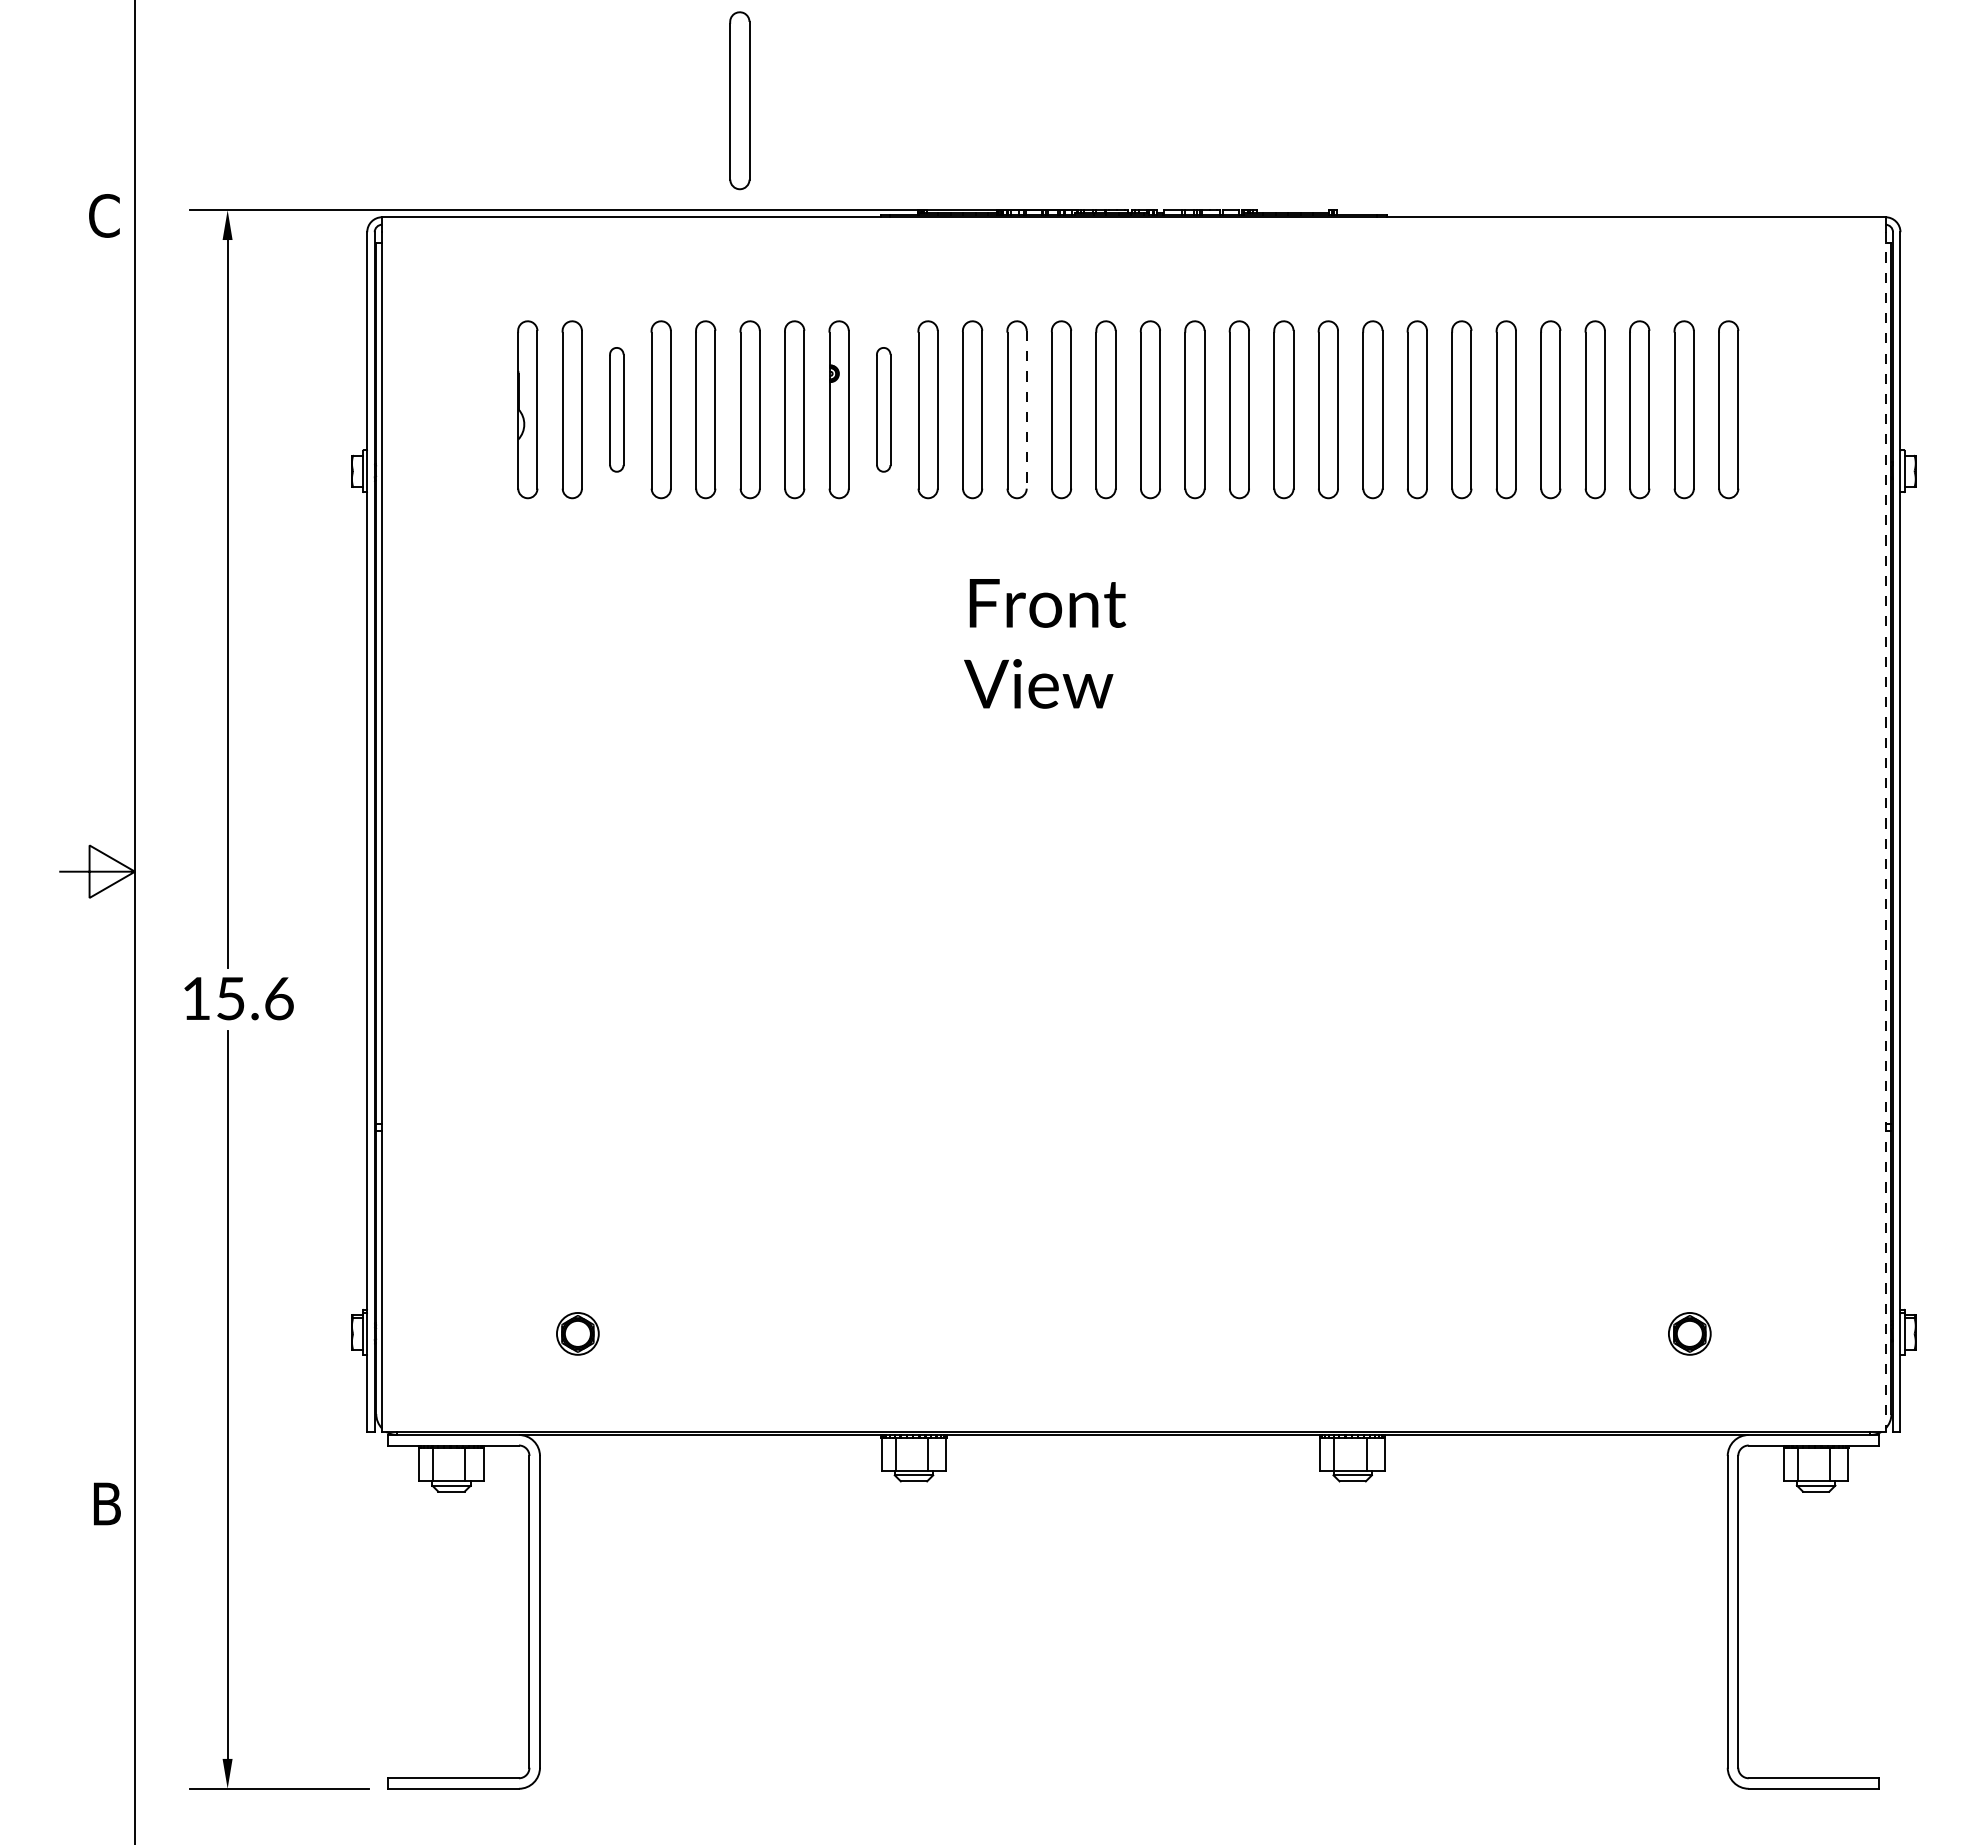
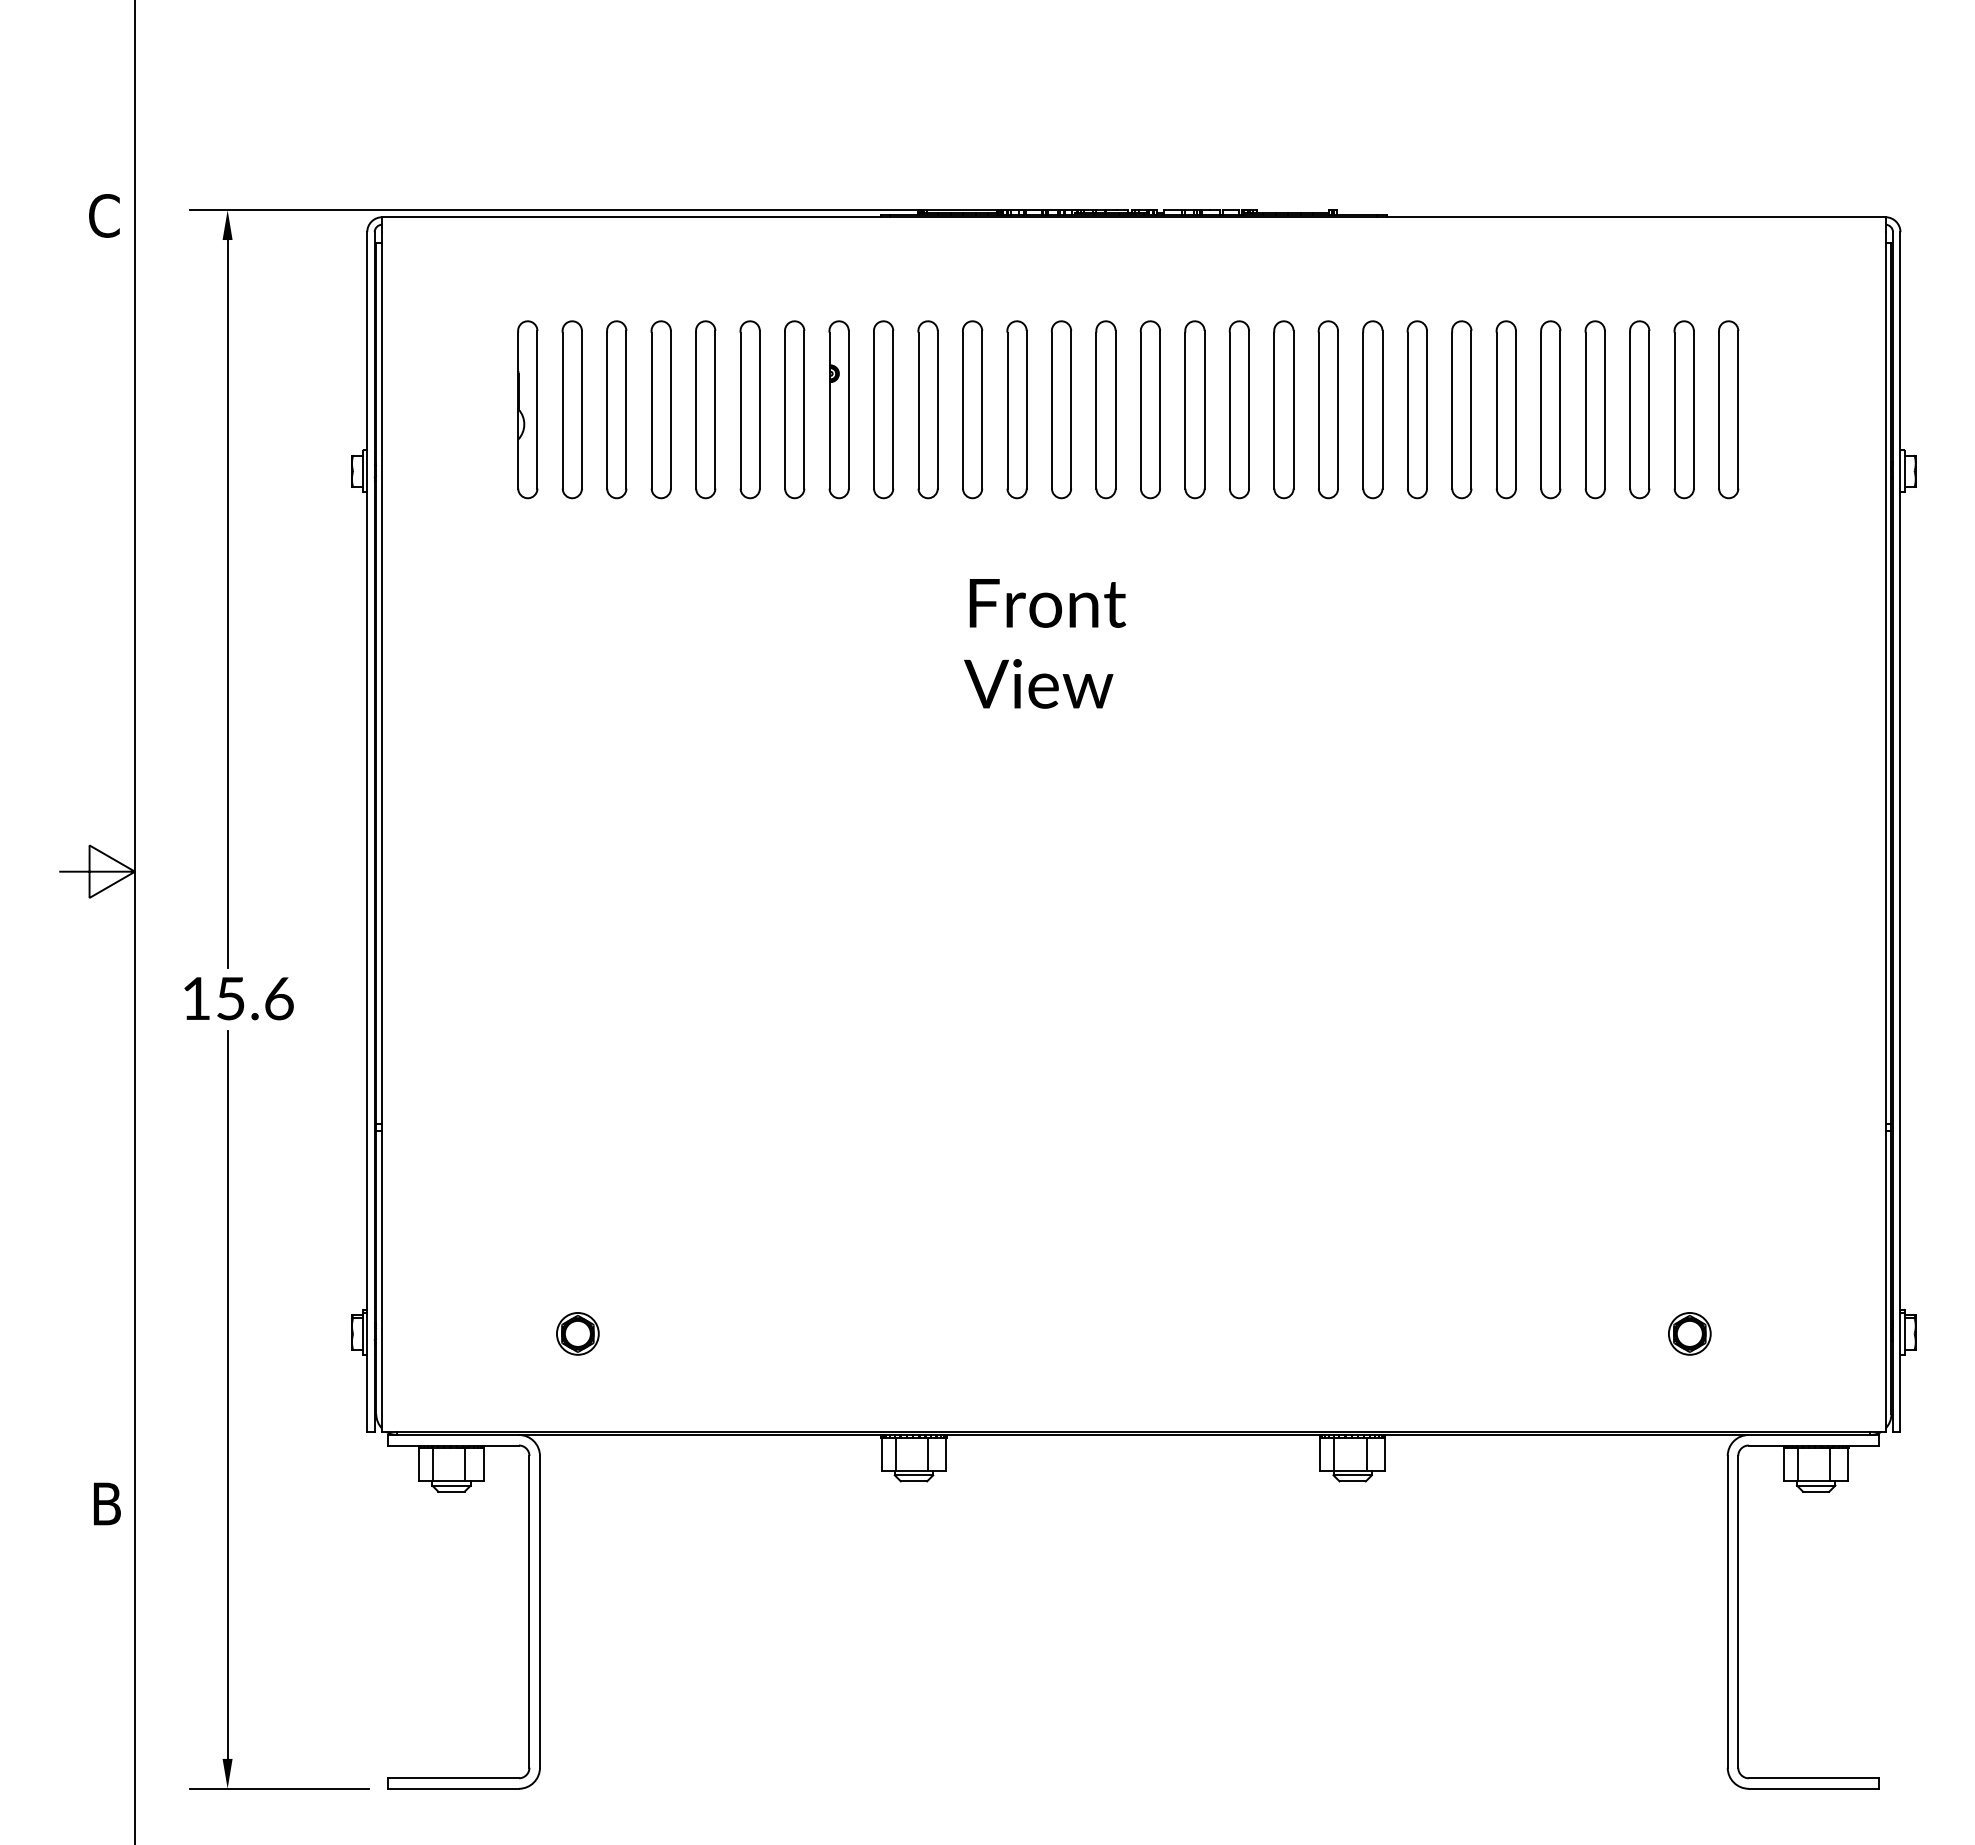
part at (739, 100): present -> none
part at (616, 409) size: 16x126 px -> 22x180 px
part at (883, 409) size: 16x126 px -> 22x180 px
line at (1026, 409): dashed -> solid
line at (1885, 832): dashed -> solid
